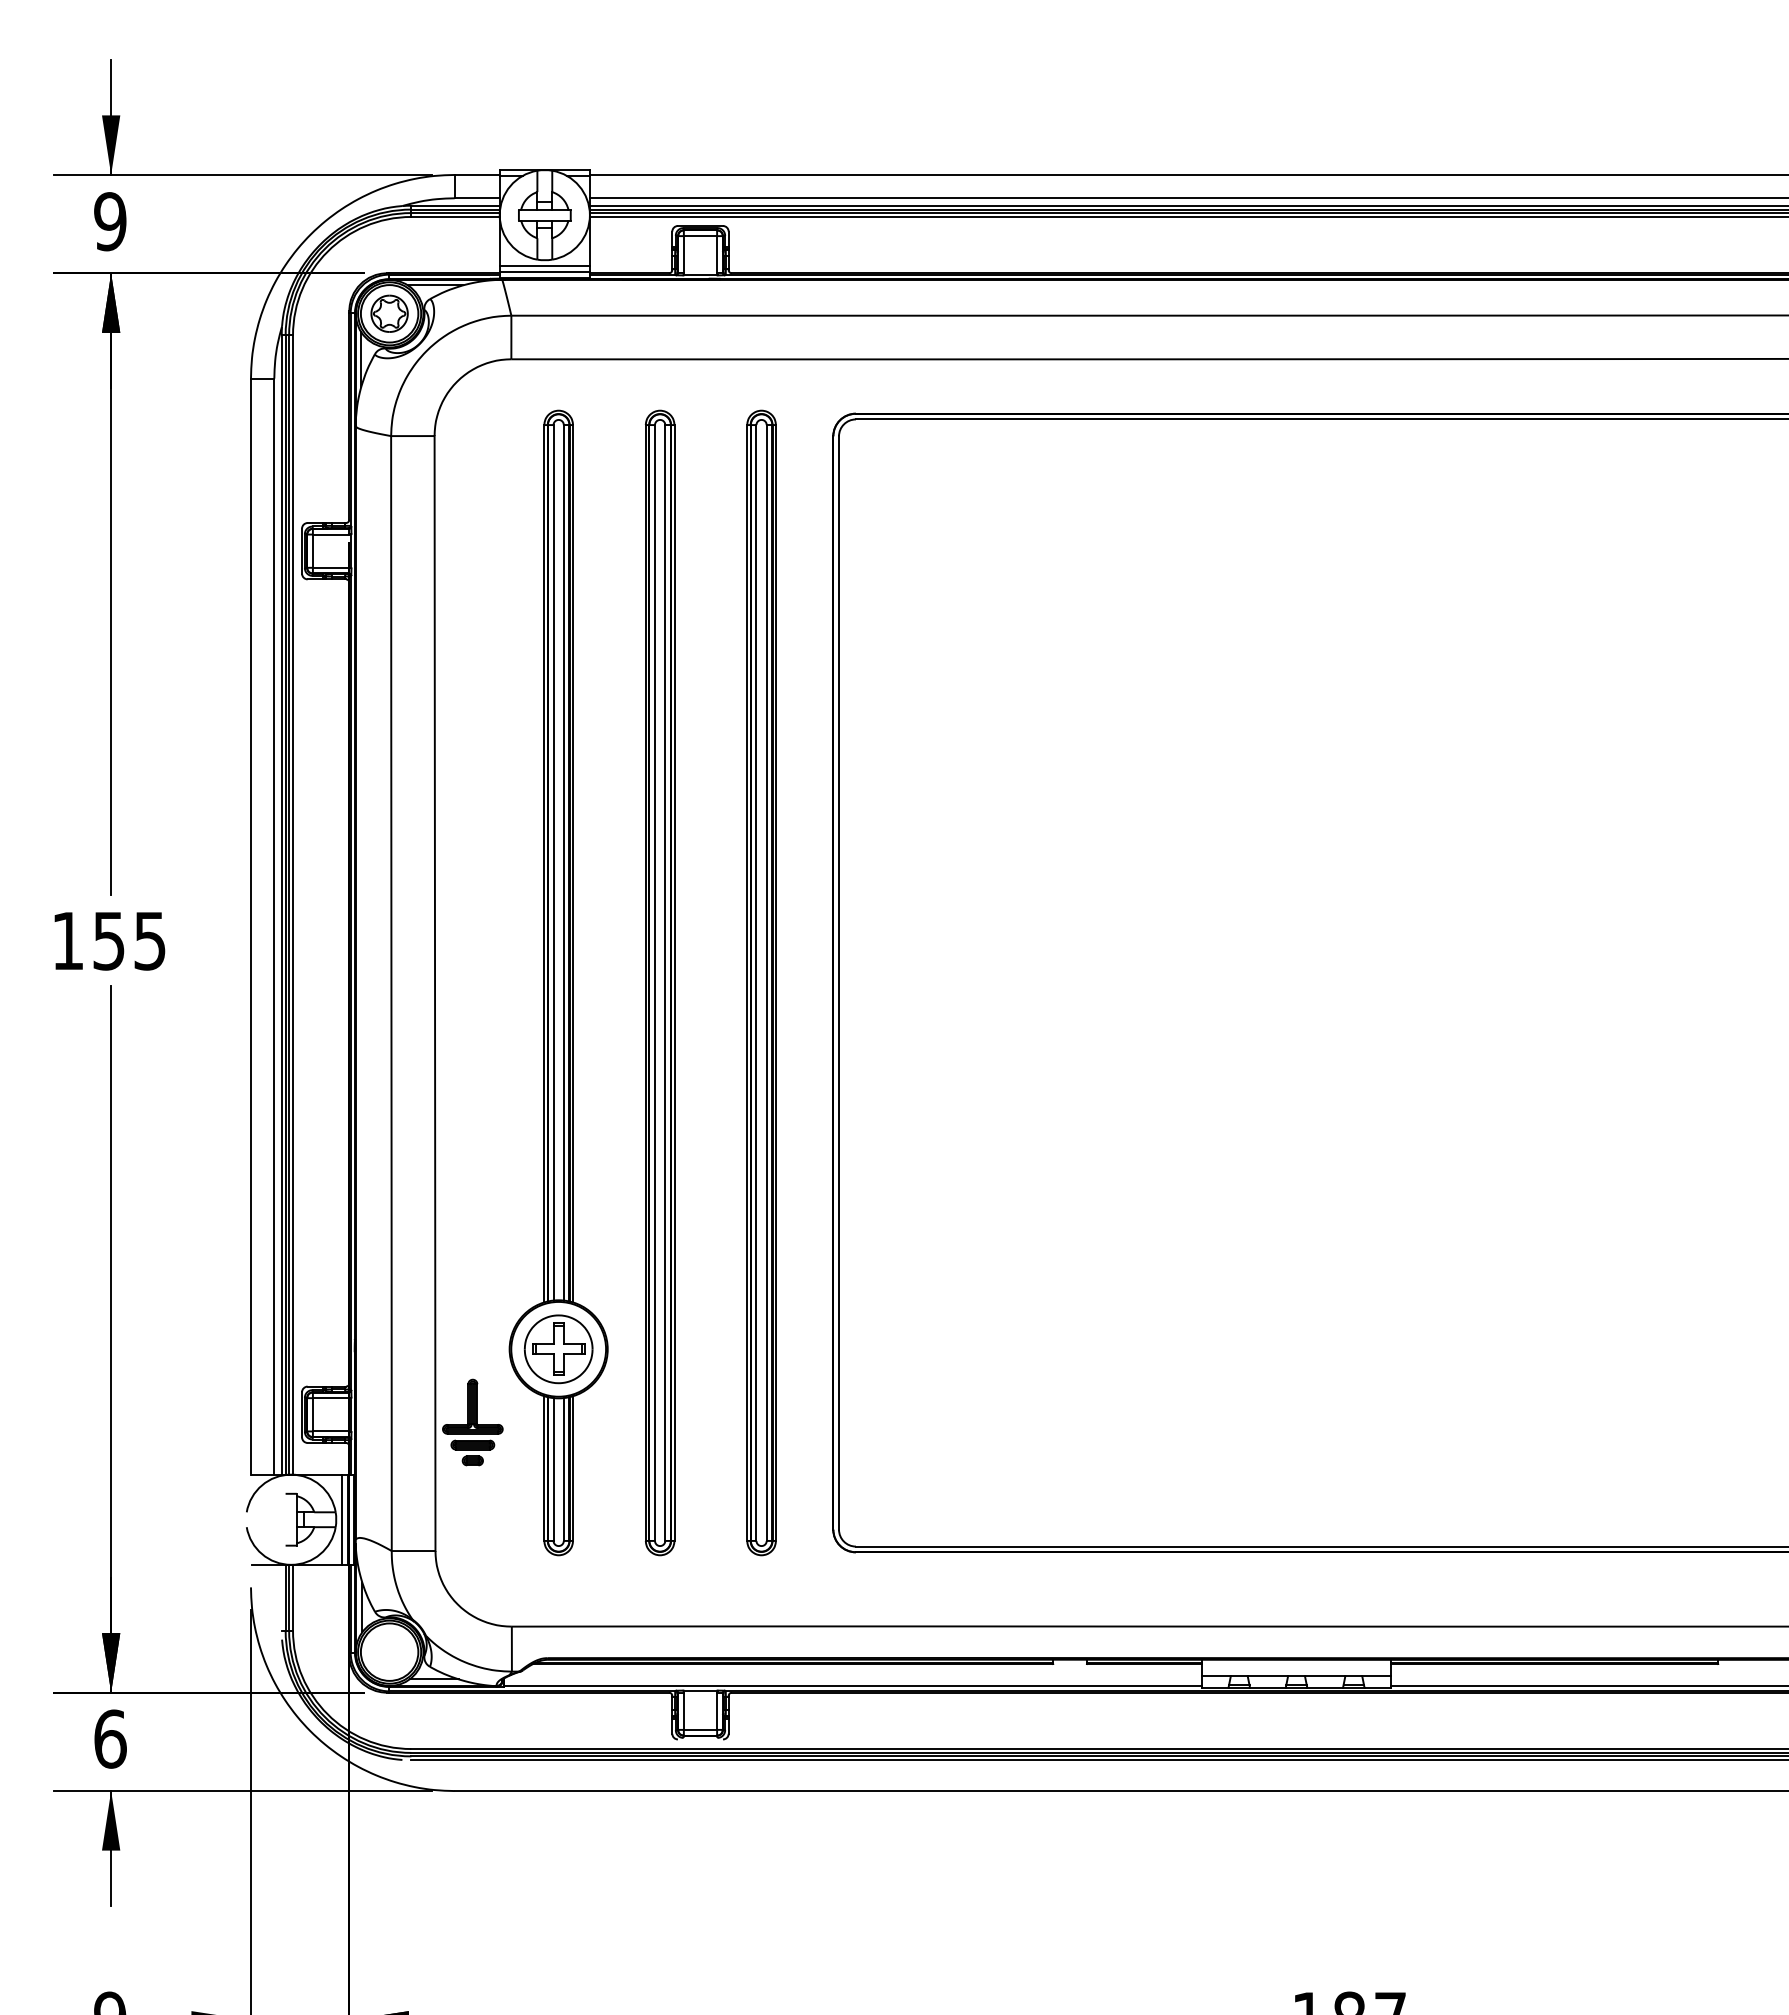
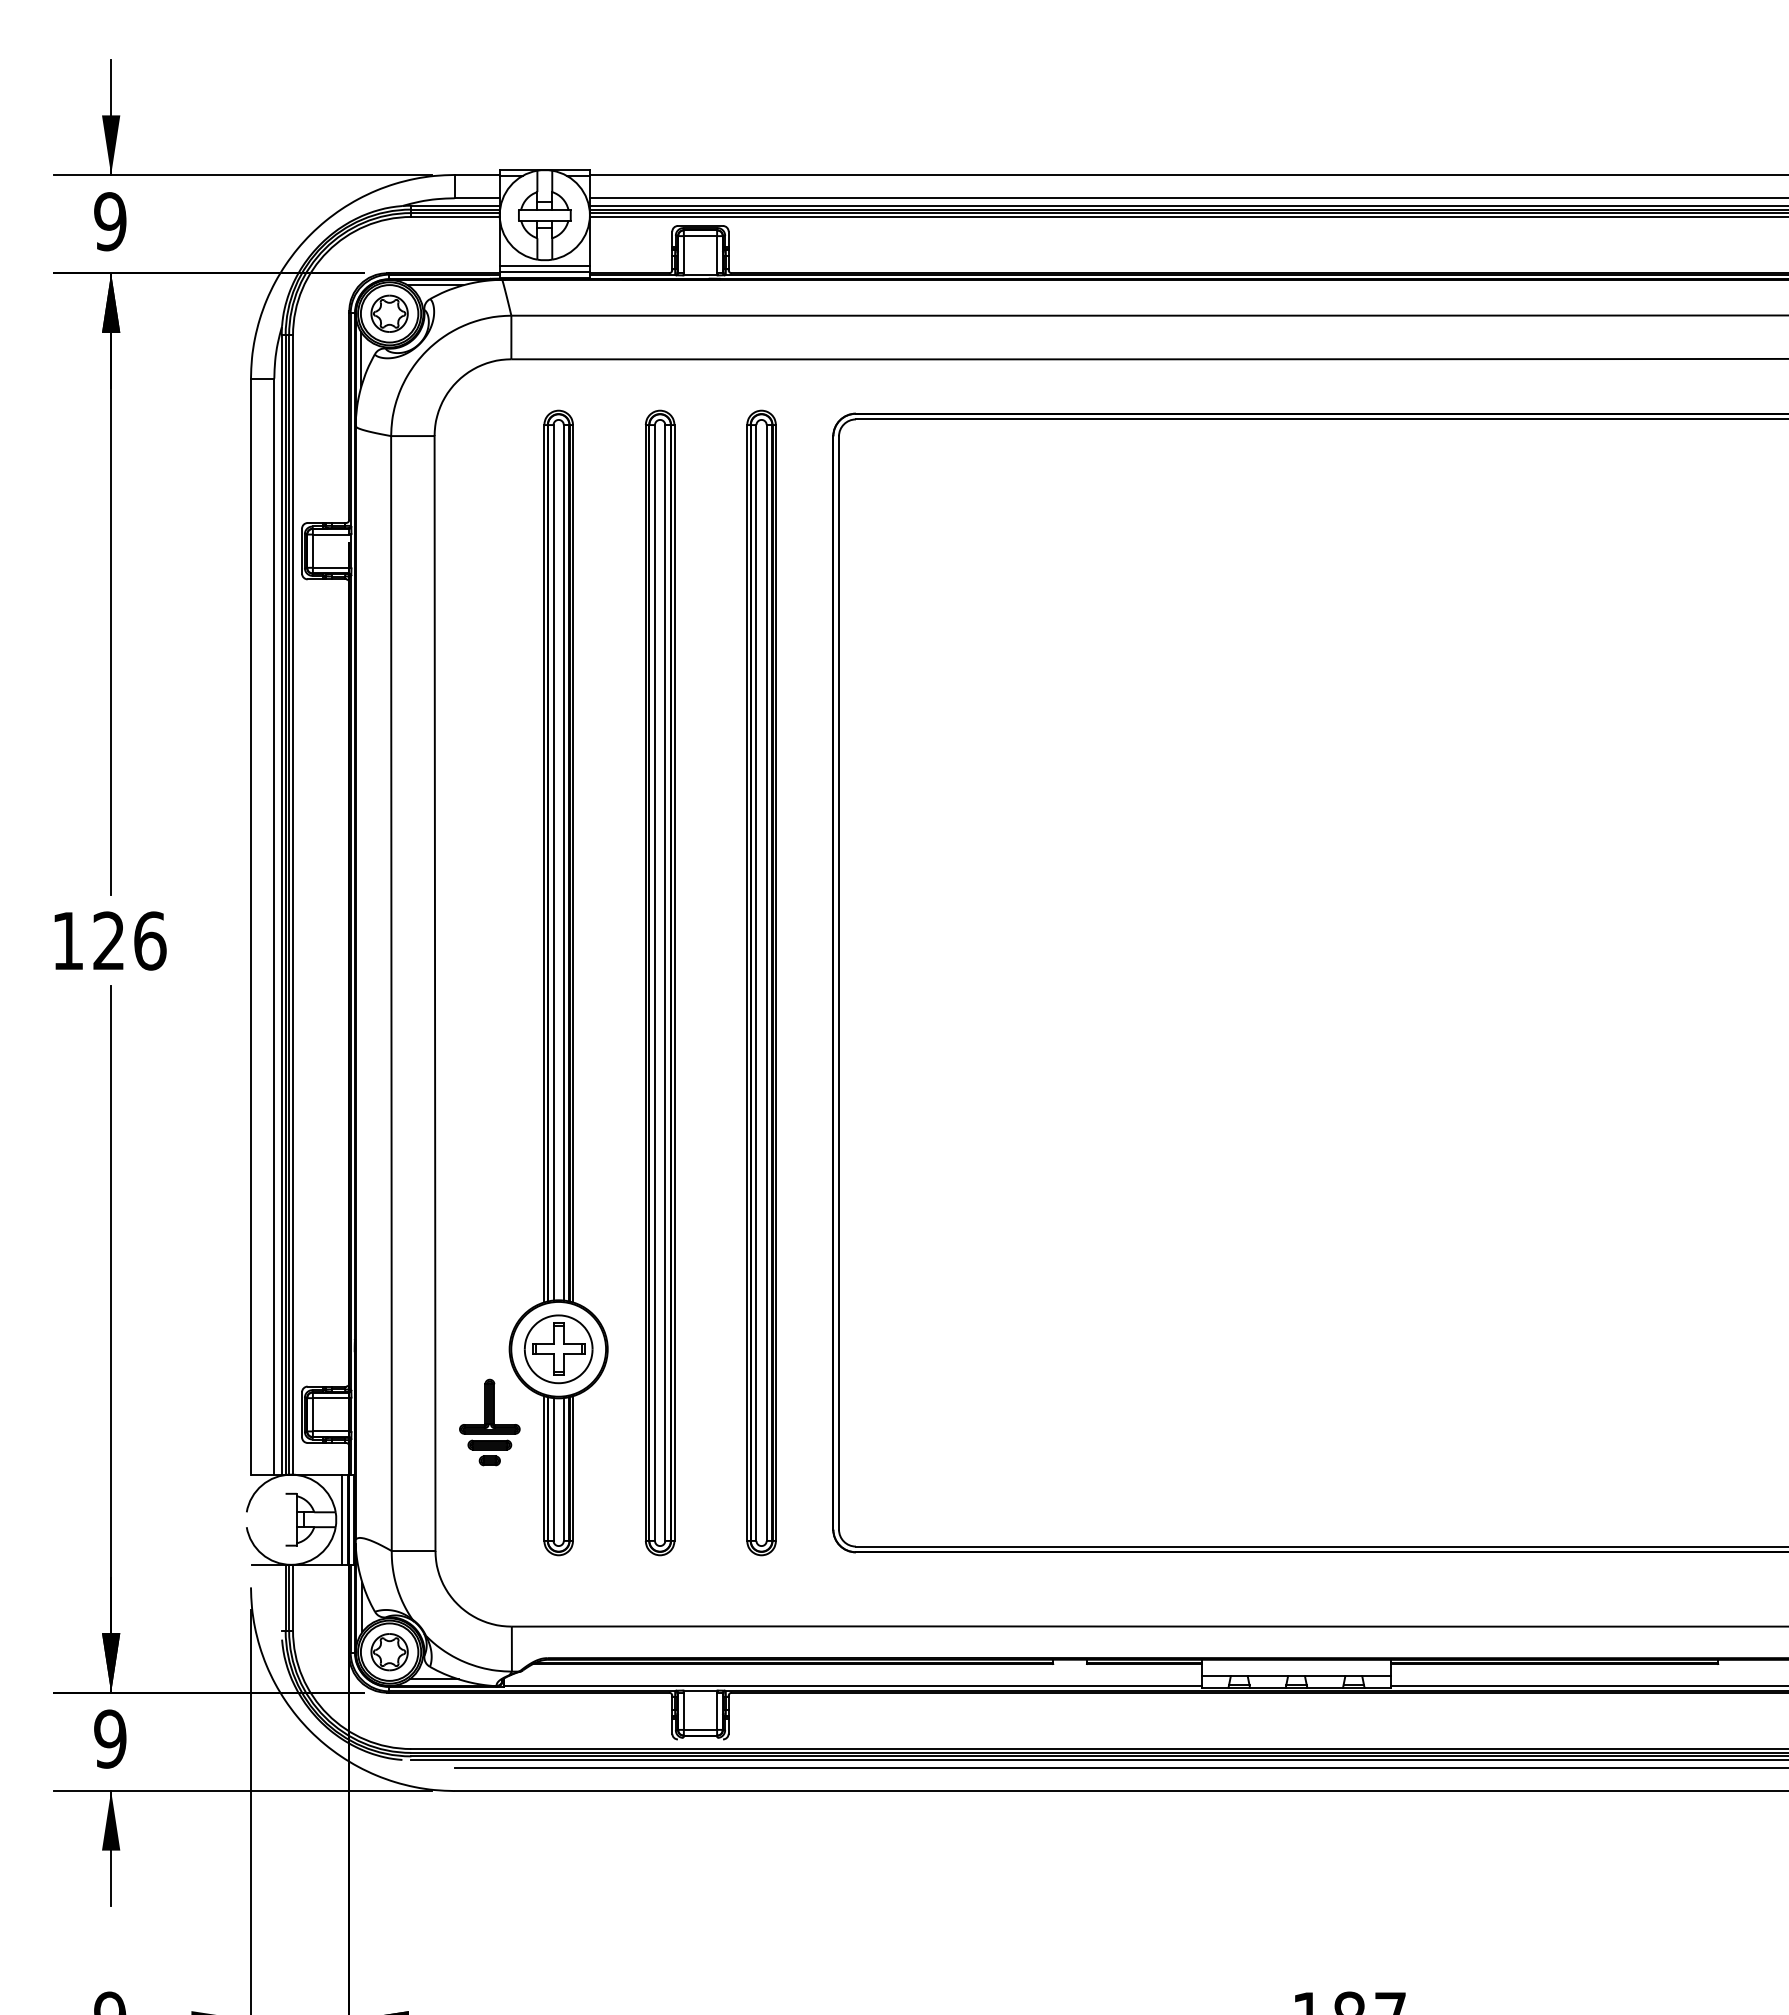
text at (129, 940): 155 -> 126
part at (472, 1422) position: (472, 1422) -> (489, 1422)
part at (389, 1652): none -> present
text at (110, 1738): 6 -> 9
line at (1119, 1767): none -> present
